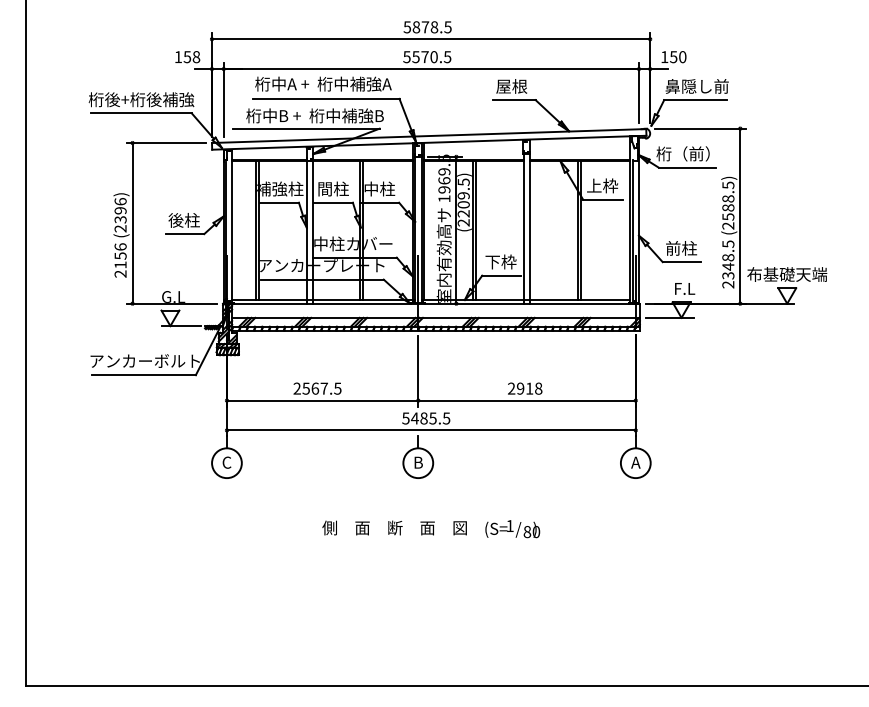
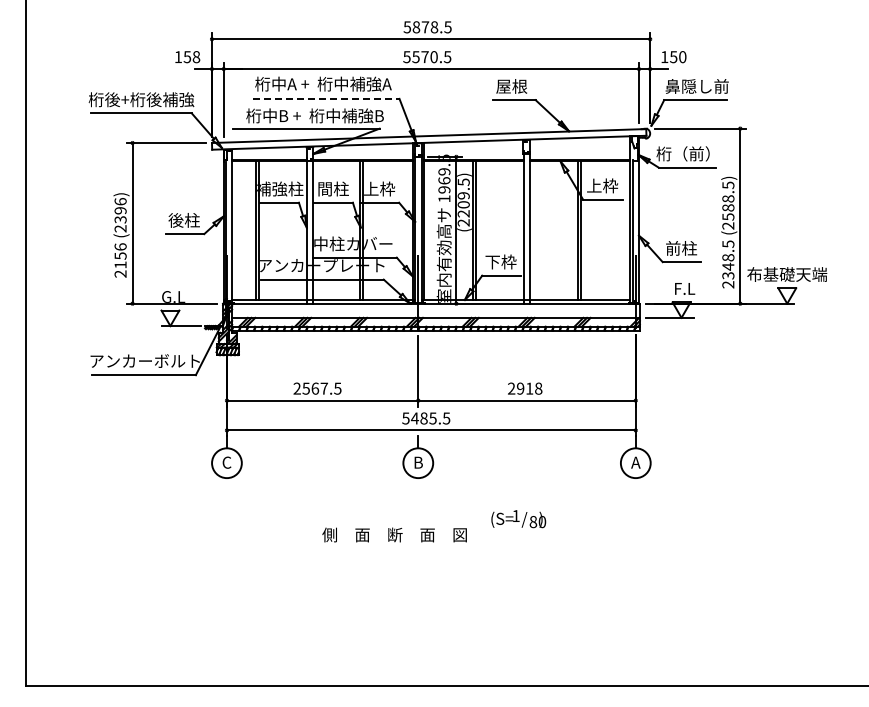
line at (326, 98): solid -> dashed
text at (379, 188): 中柱 -> 上枠
text at (394, 527) position: (394, 527) -> (394, 534)
text at (512, 529) position: (512, 529) -> (518, 519)
